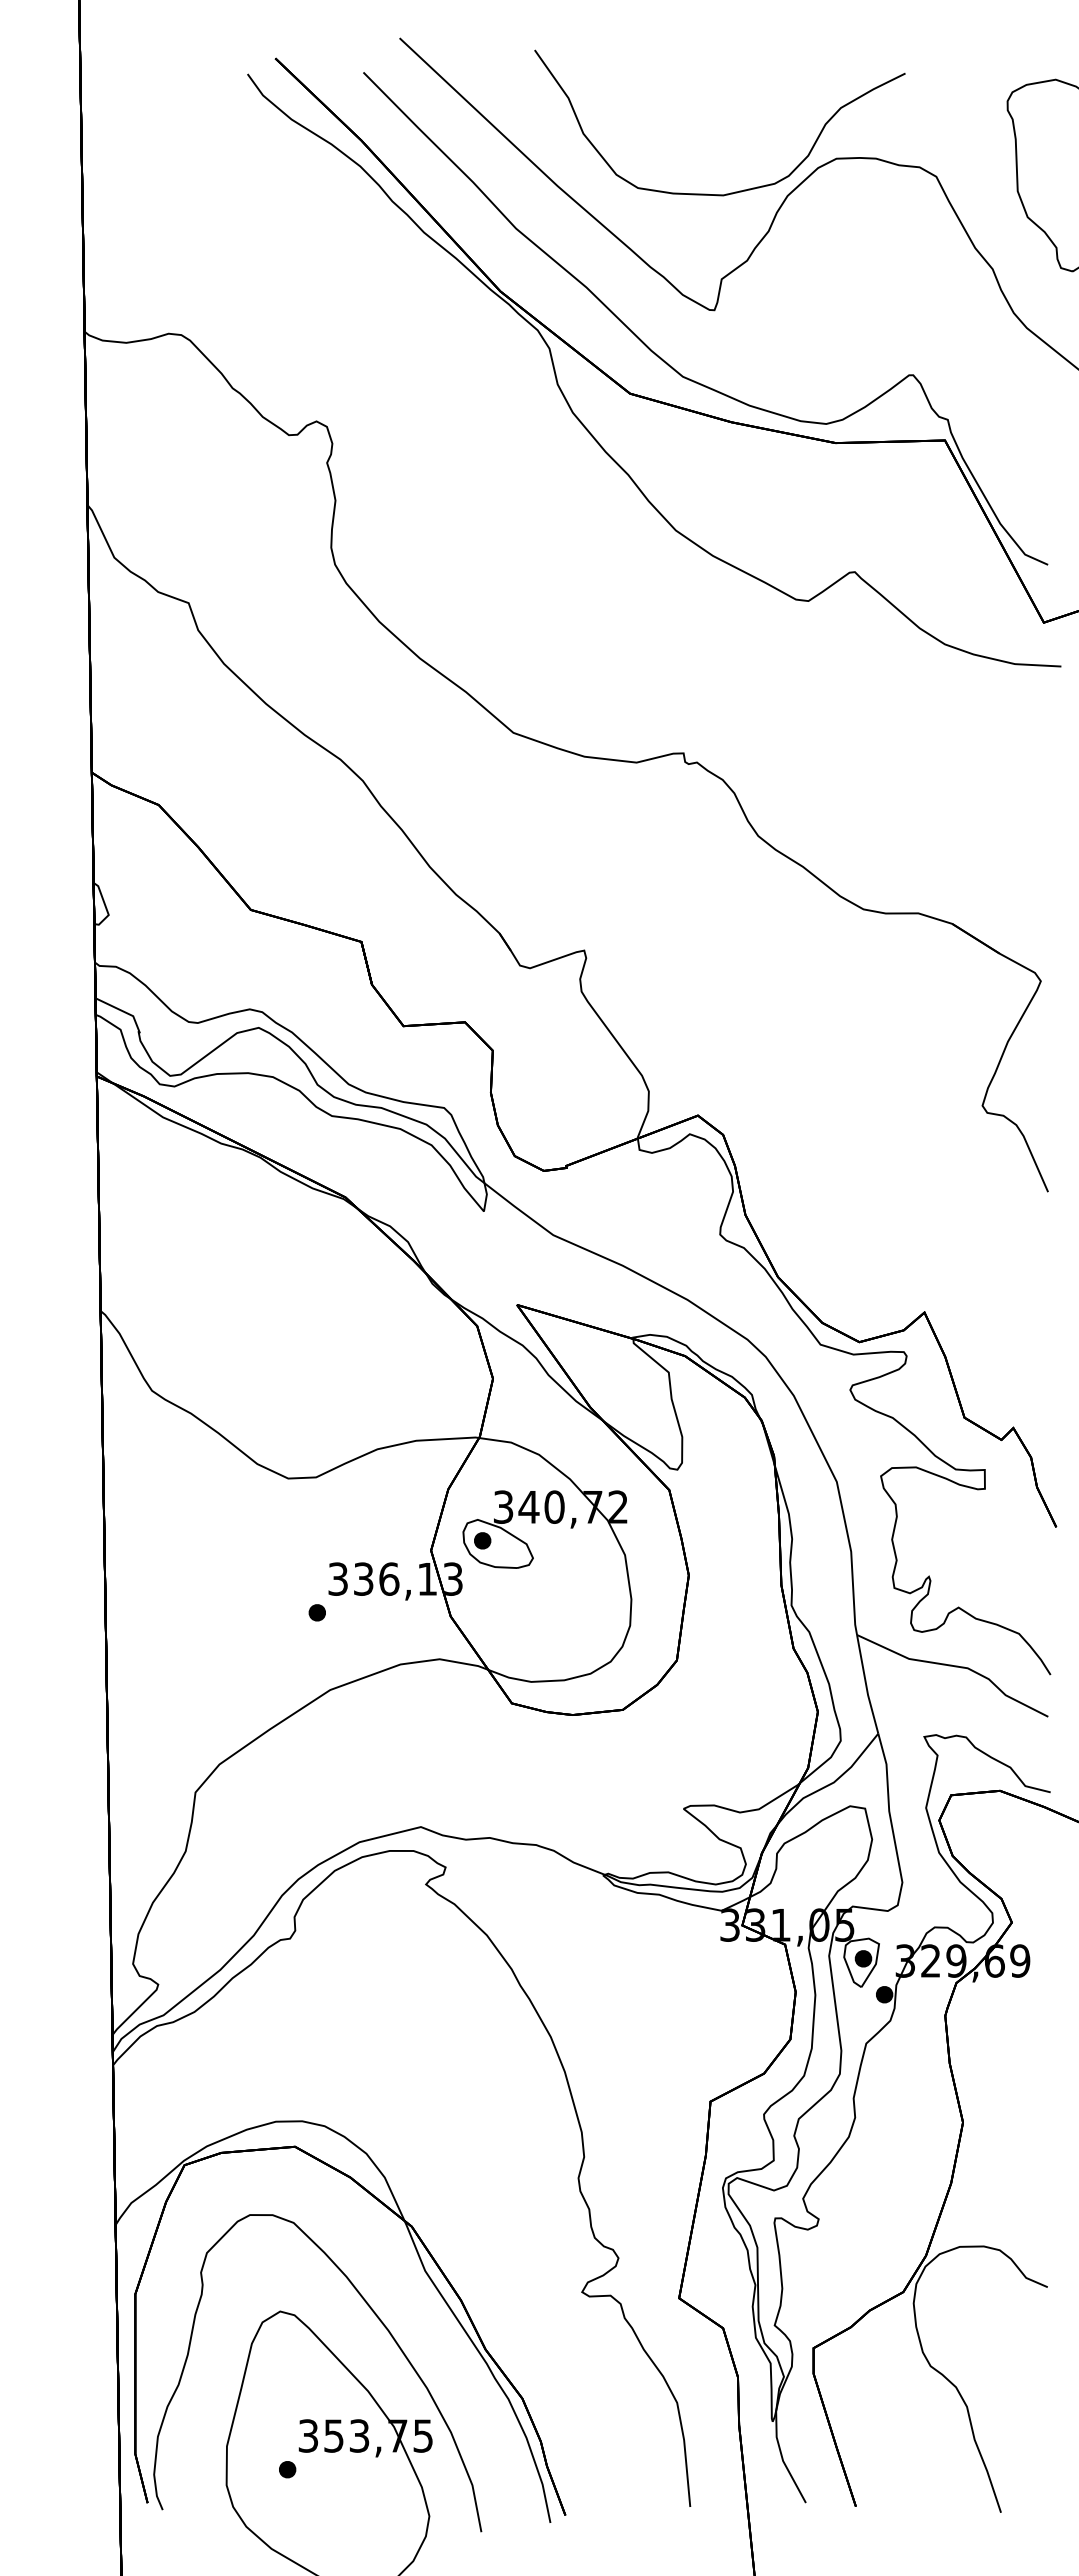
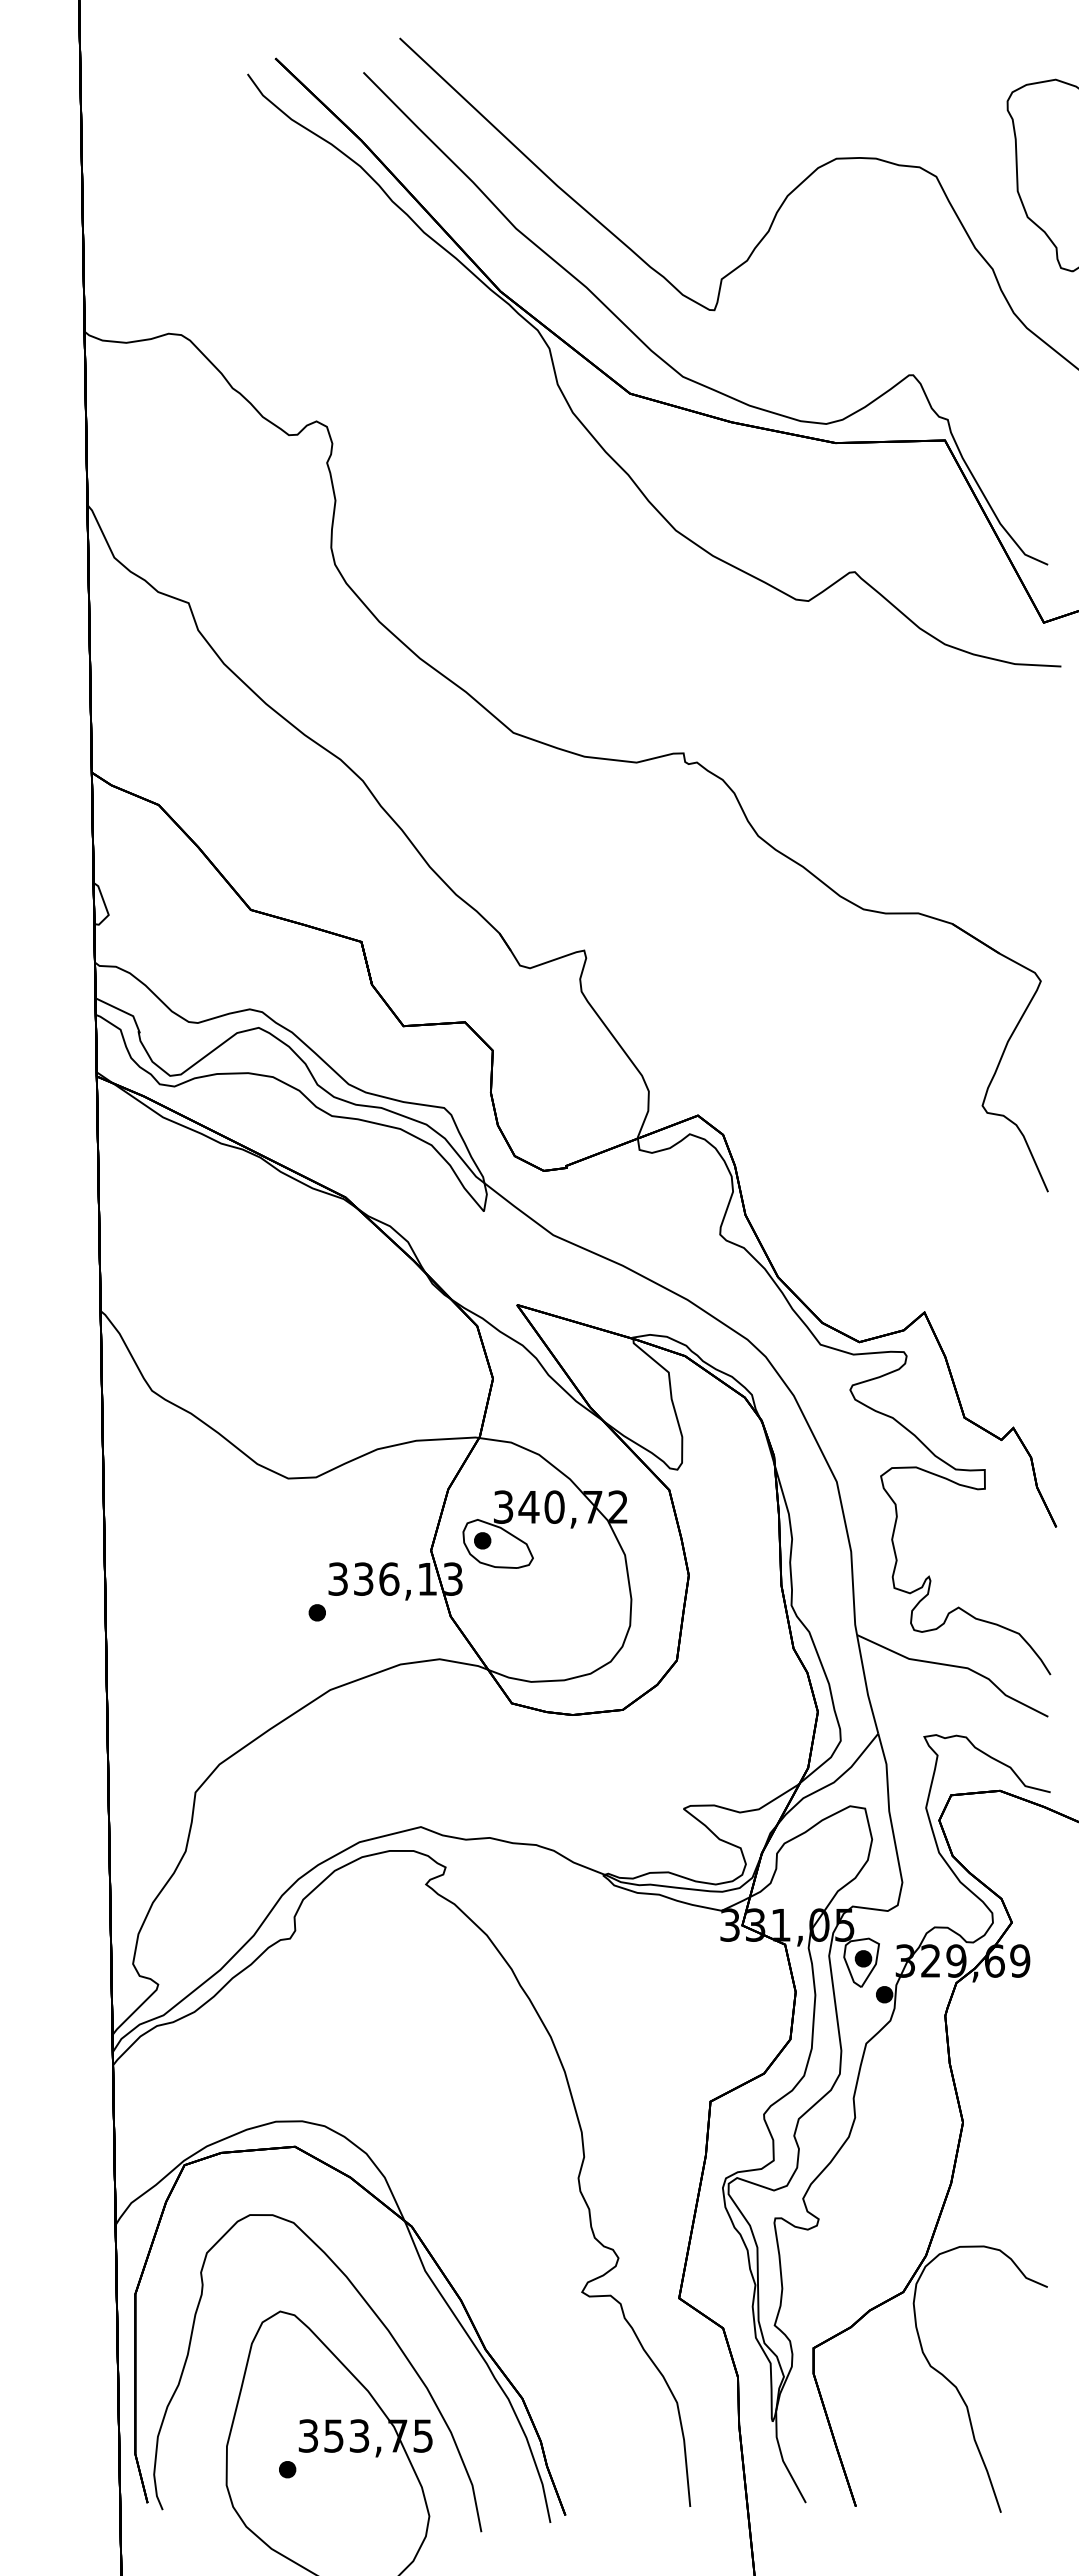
curve at (735, 191): present -> none
